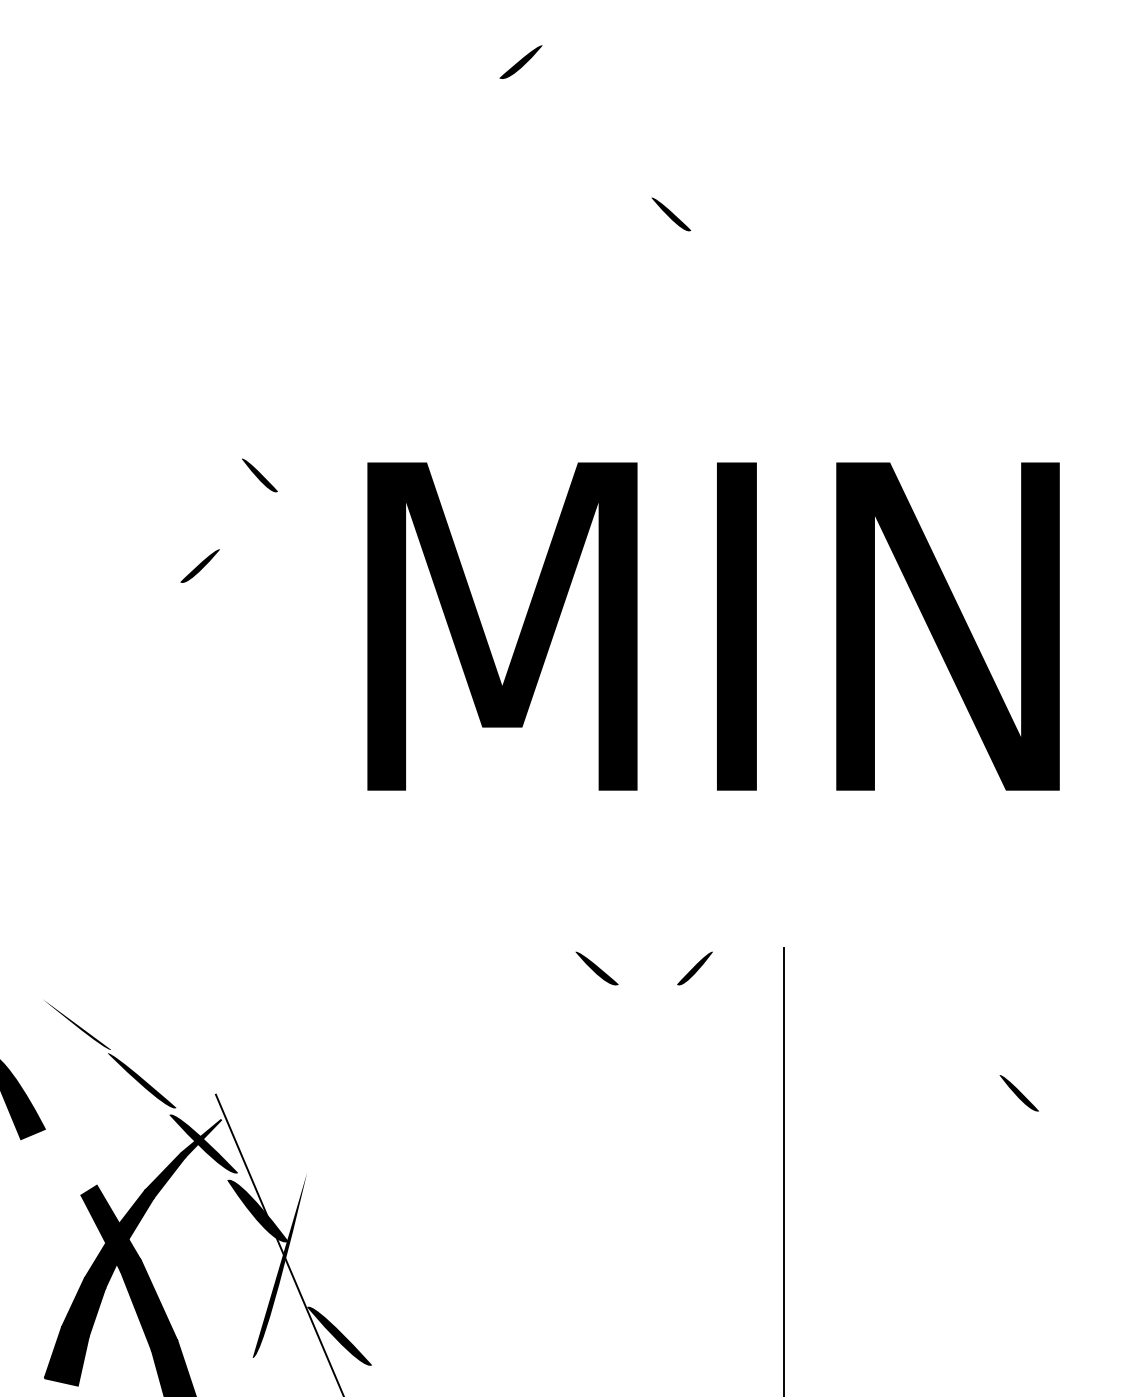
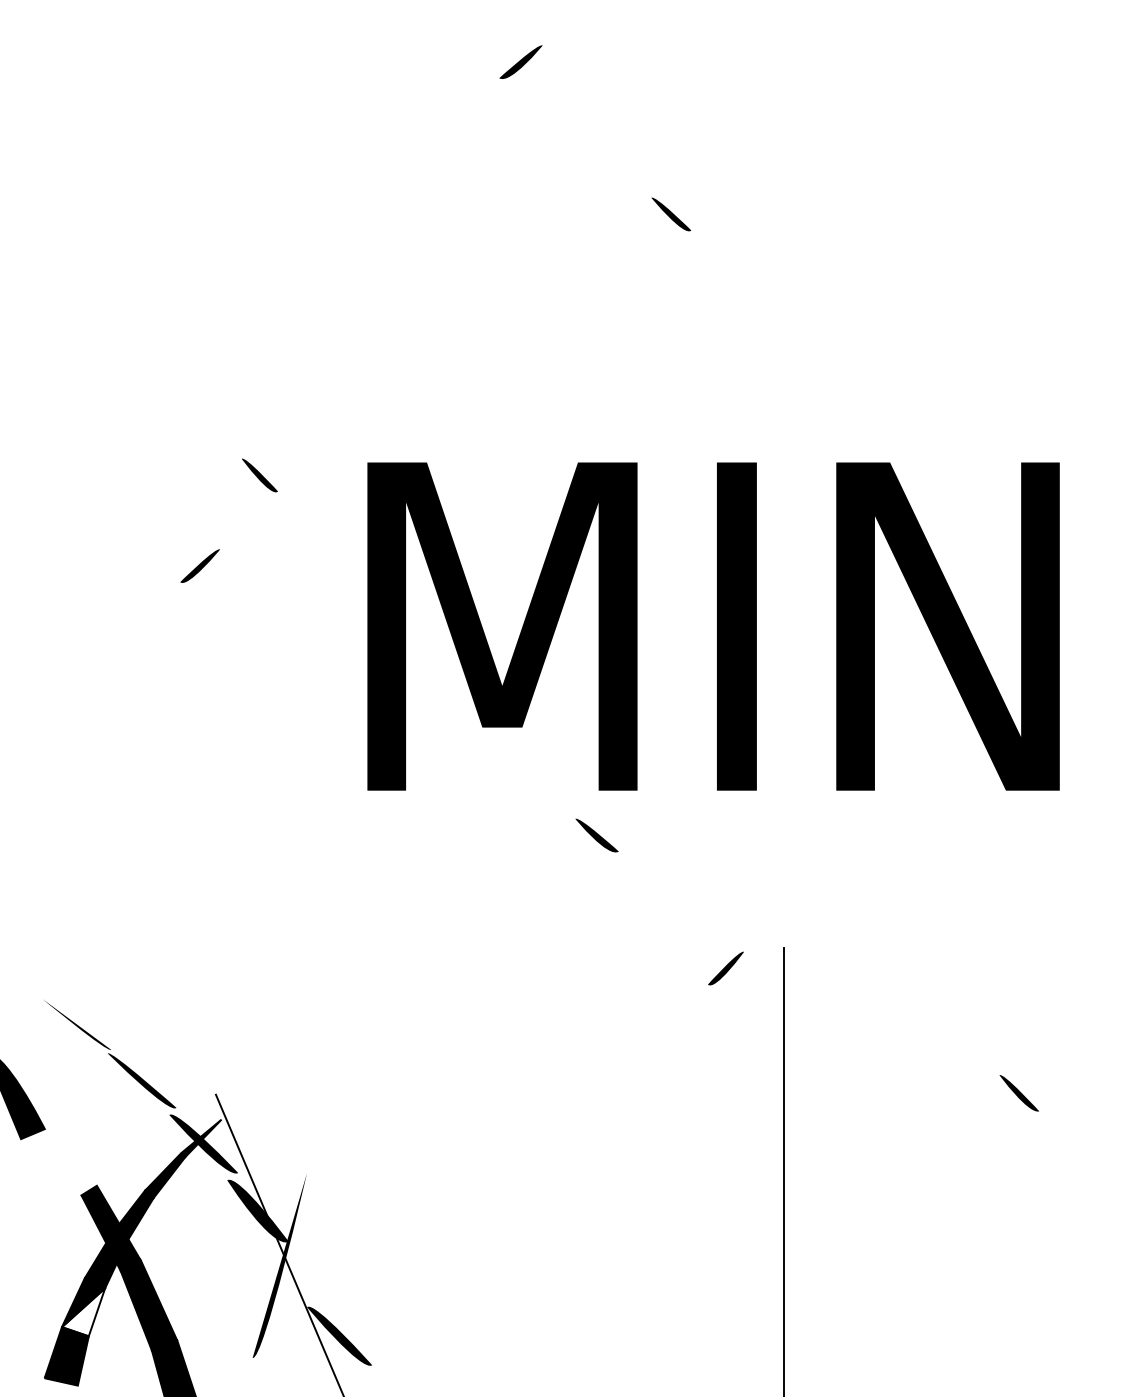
part at (596, 968) position: (596, 968) -> (596, 835)
part at (694, 968) position: (694, 968) -> (725, 968)
fill at (83, 1312): present -> none
